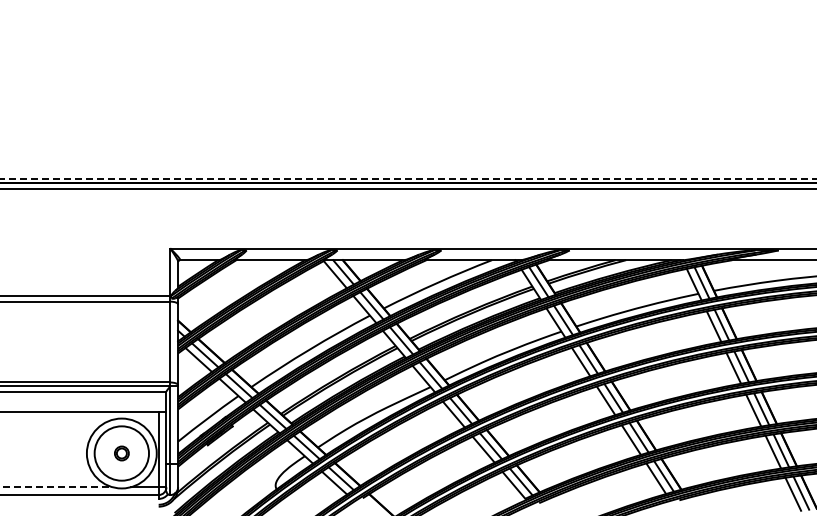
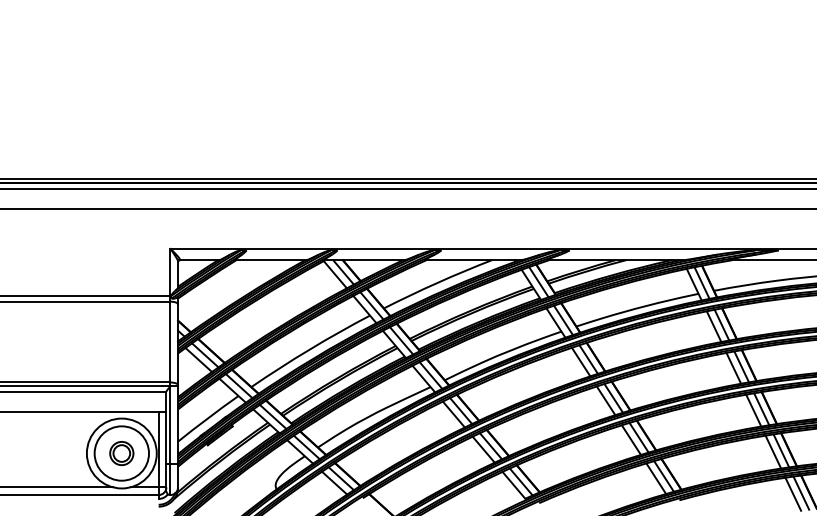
line at (408, 178): dashed -> solid
line at (407, 208): none -> present
part at (121, 453) size: 16x17 px -> 26x25 px
line at (57, 487): dashed -> solid
